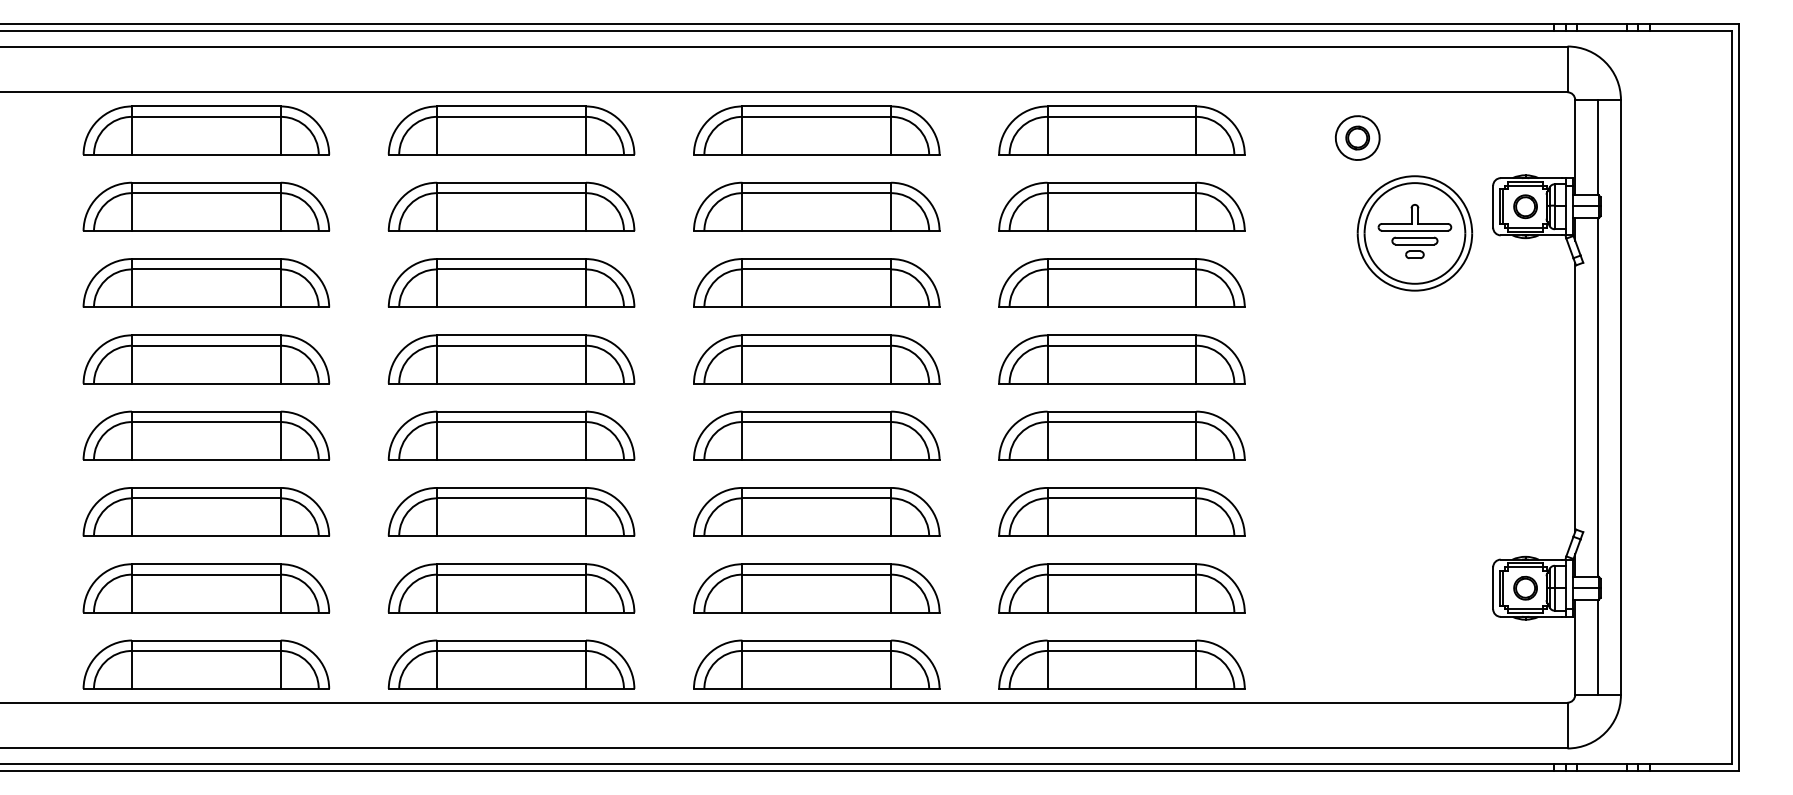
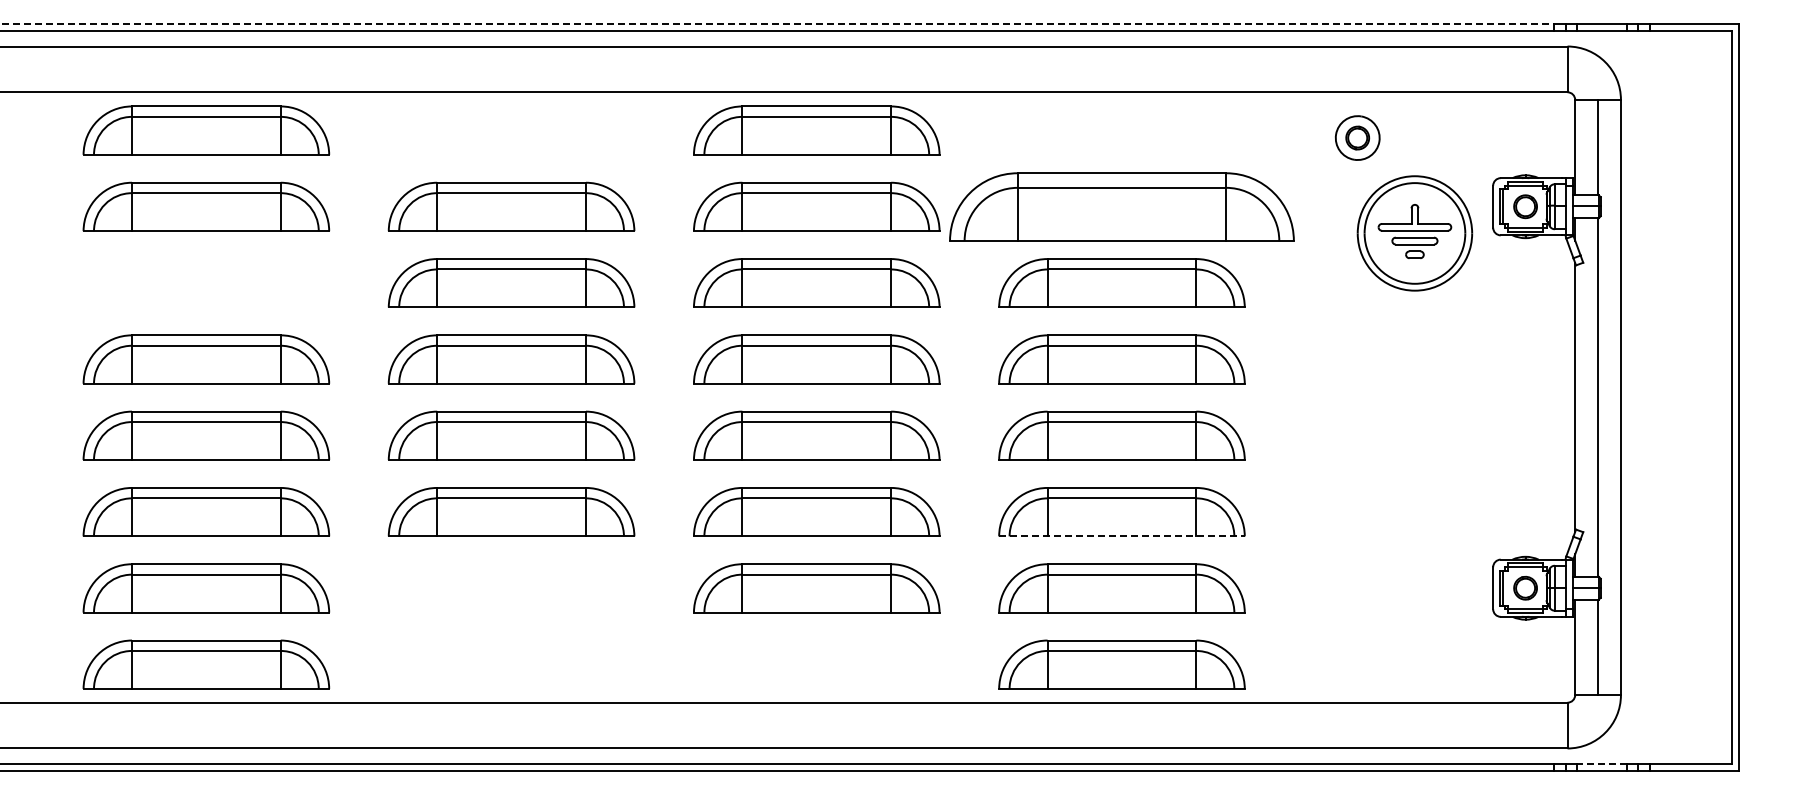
line at (777, 23): solid -> dashed
part at (511, 130): present -> none
part at (1121, 130): present -> none
part at (1121, 206) size: 248x51 px -> 346x70 px
part at (206, 282): present -> none
line at (1121, 536): solid -> dashed
part at (511, 588): present -> none
part at (511, 664): present -> none
part at (816, 664): present -> none
line at (1601, 763): solid -> dashed
